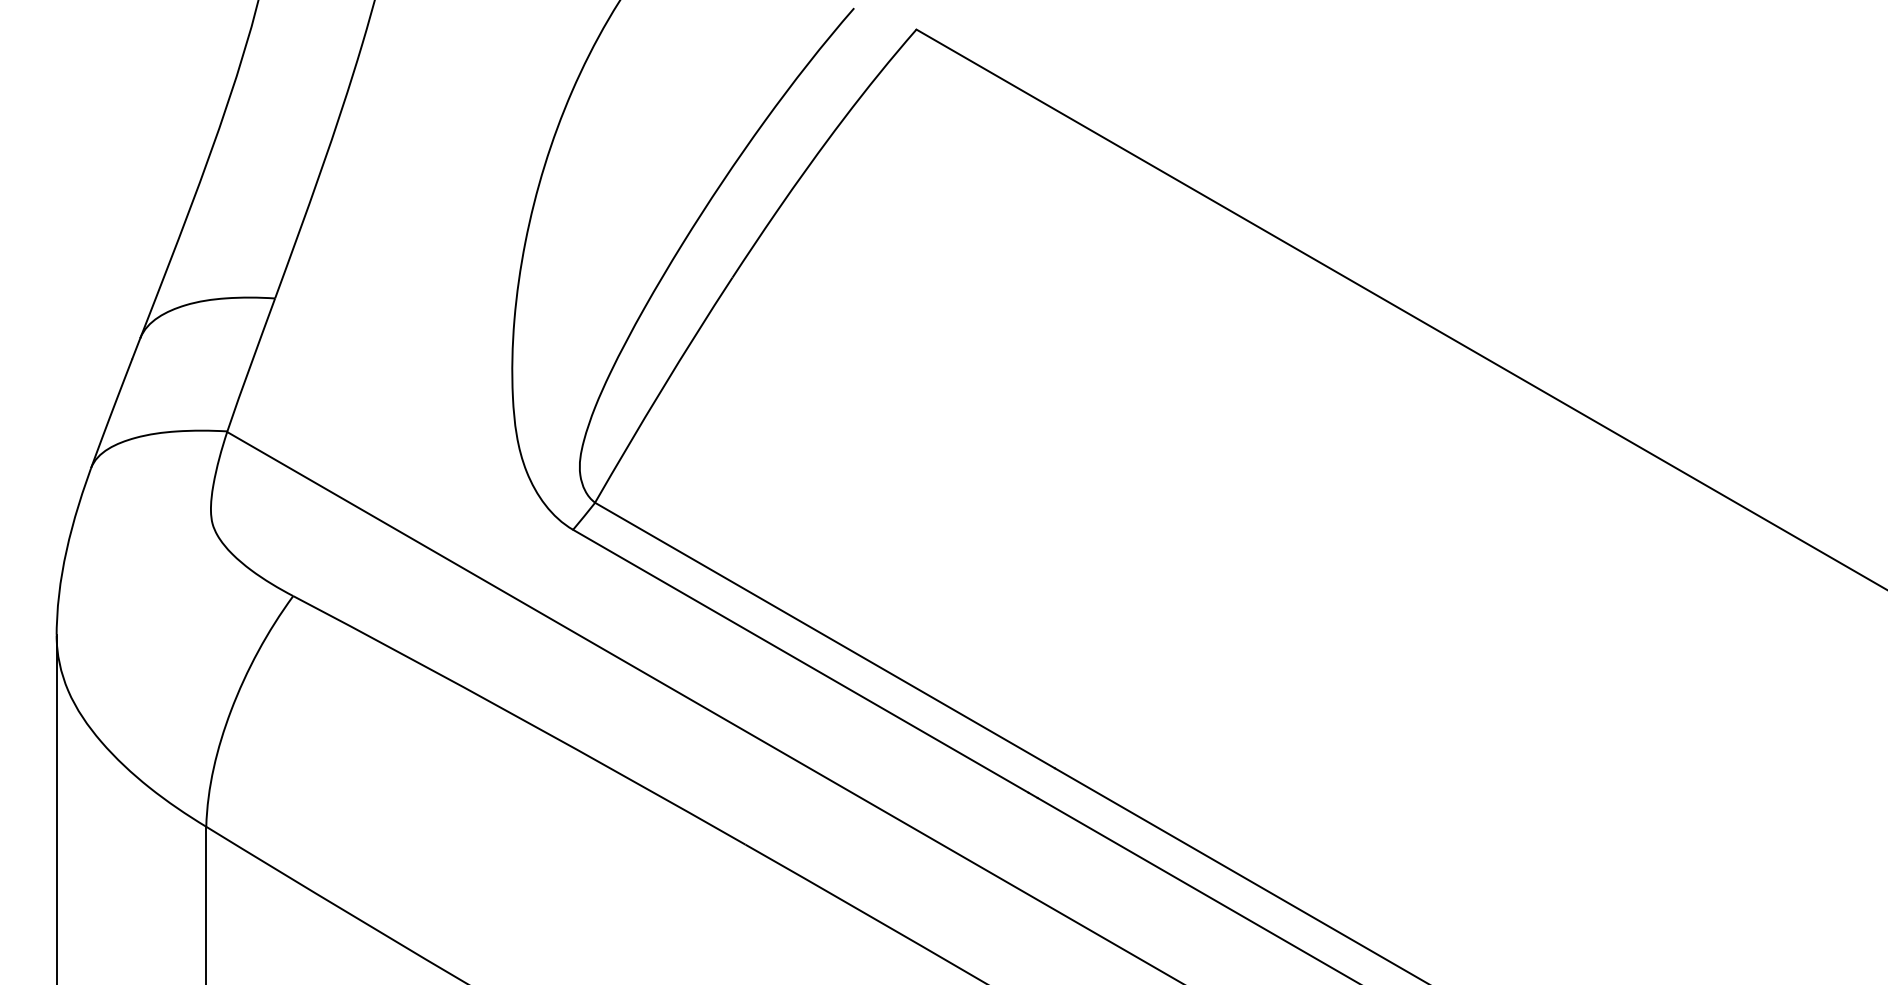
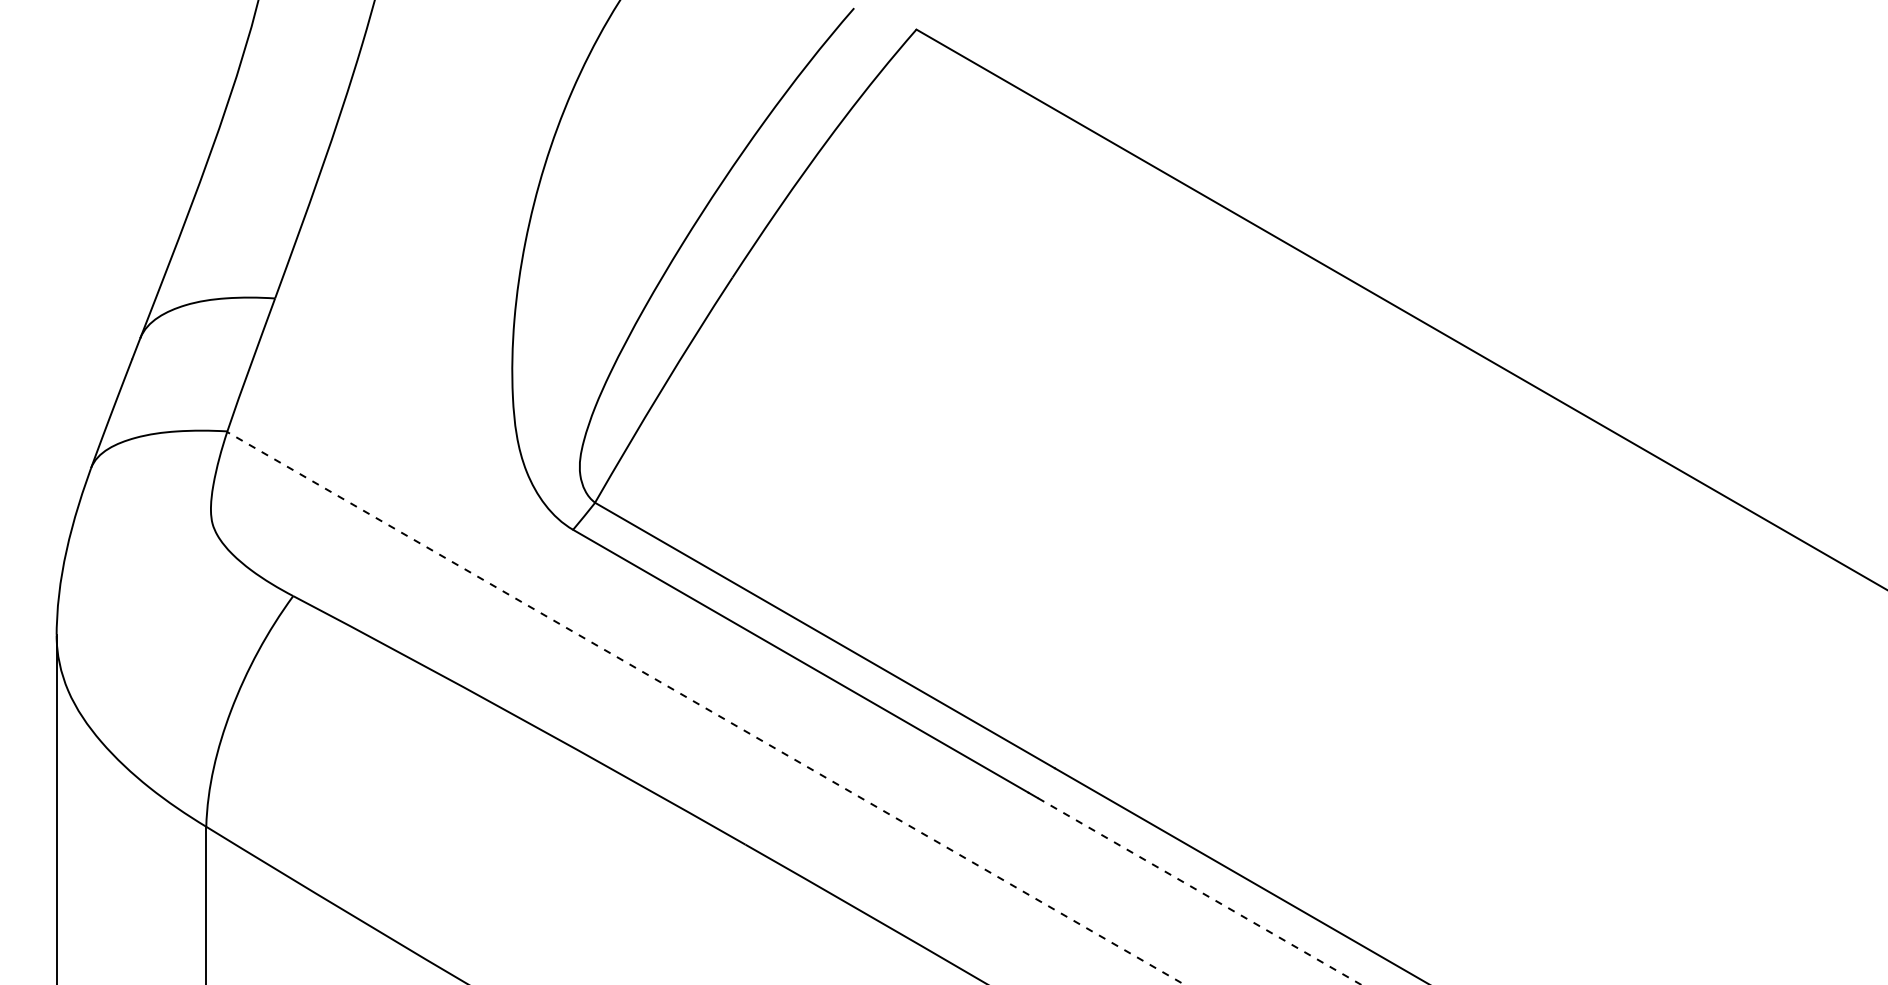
line at (706, 708): solid -> dashed
line at (1198, 891): solid -> dashed
